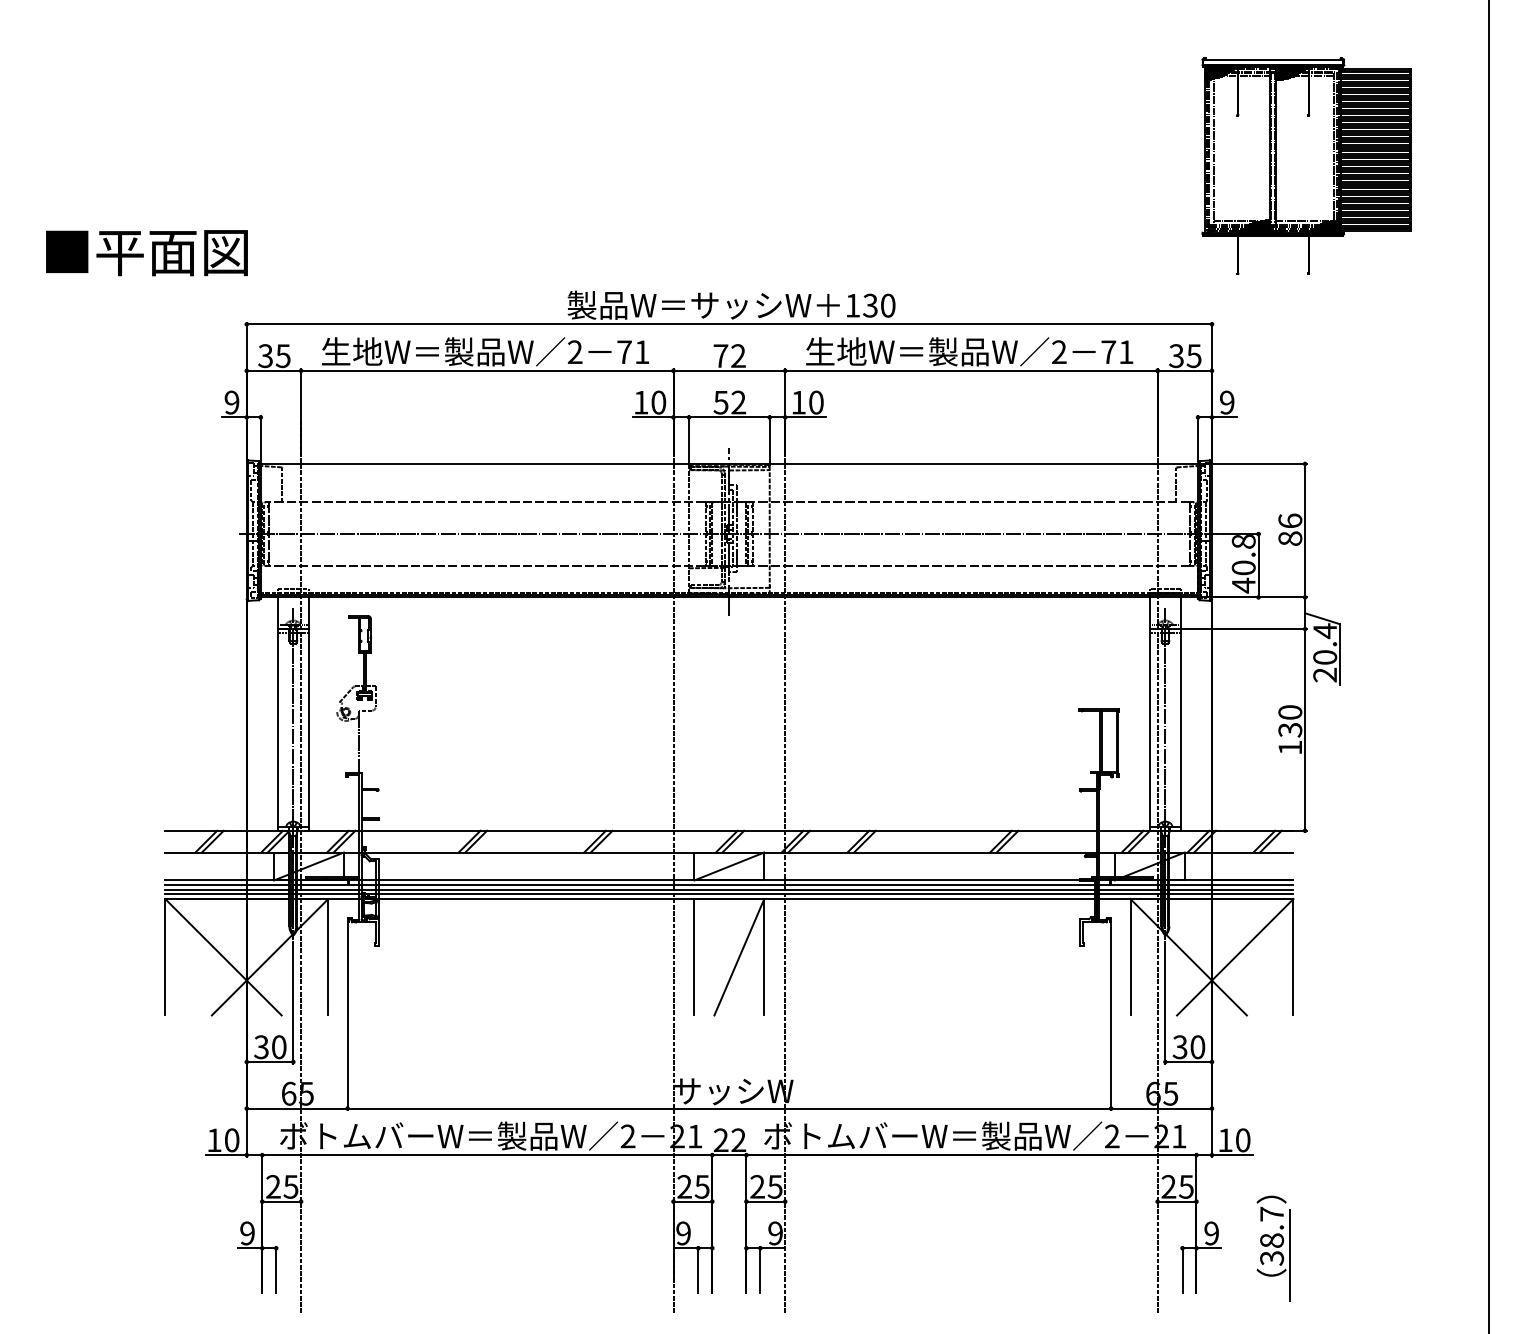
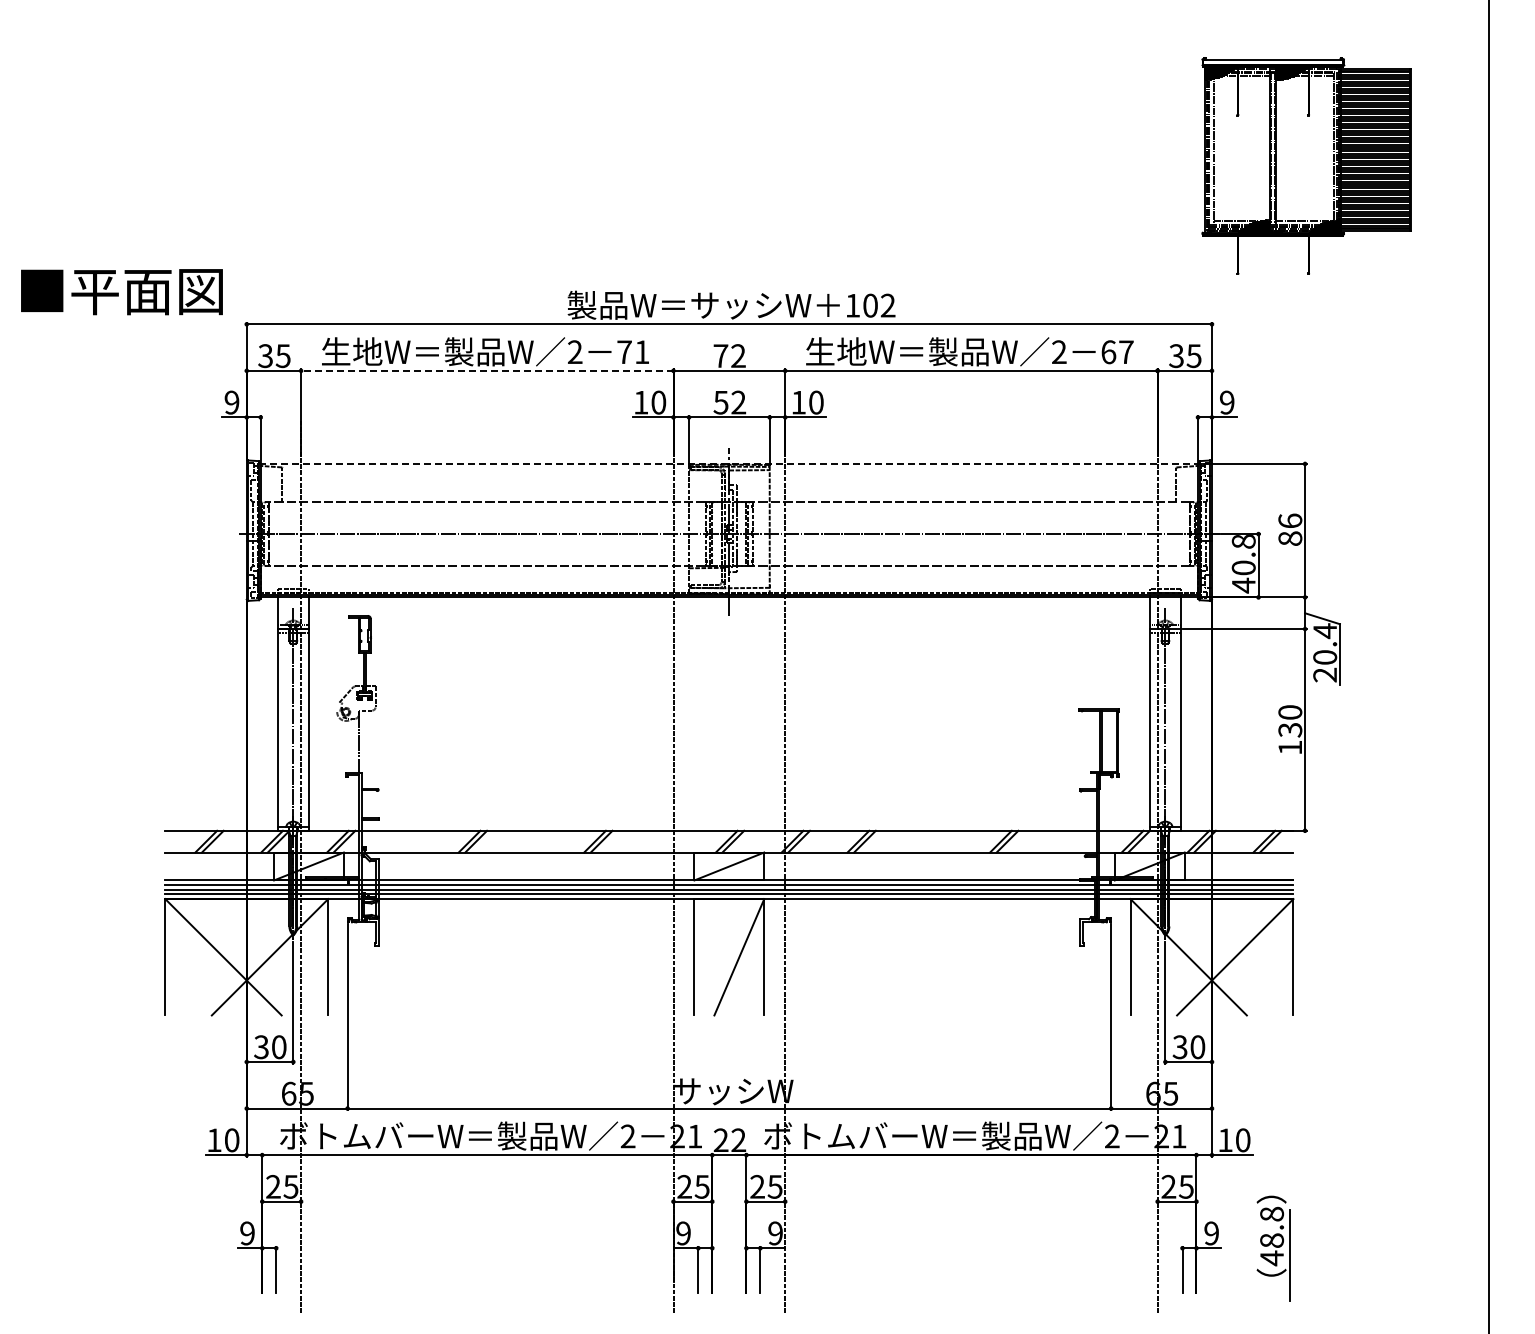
text at (146, 253) position: (146, 253) -> (121, 292)
text at (879, 305): 130 -> 102
text at (1117, 352): 71 -> 67
line at (486, 370): solid -> dashed
line at (729, 463): solid -> dashed
text at (1272, 1236): 38.7 -> 48.8
